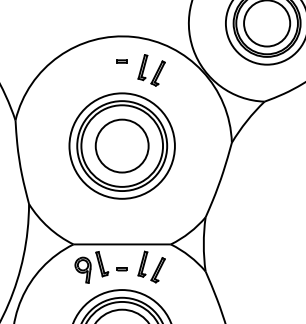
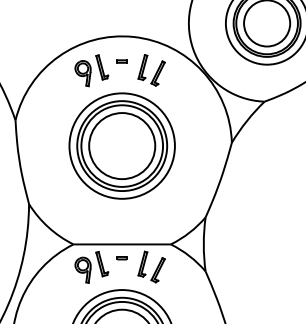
part at (91, 70): none -> present
circle at (121, 145) diameter: 53 px -> 66 px
part at (121, 269) position: (121, 269) -> (121, 258)
